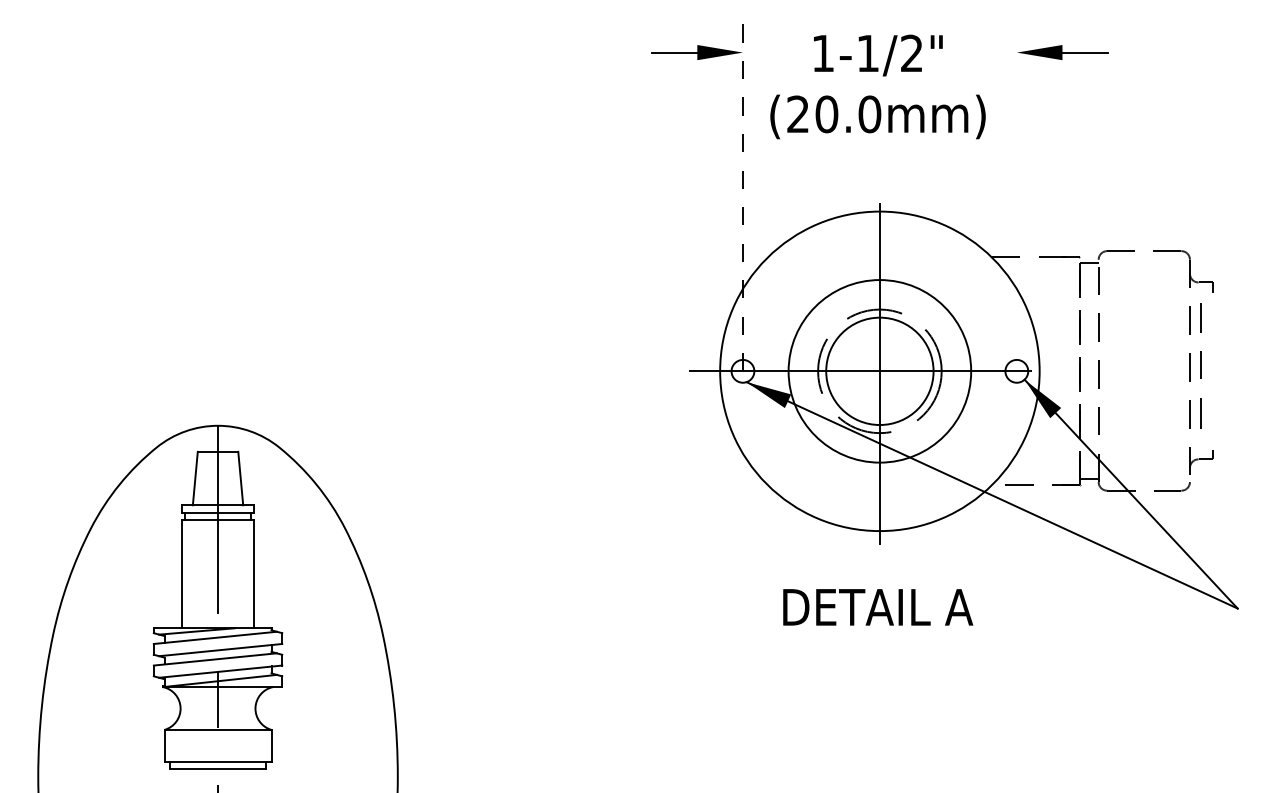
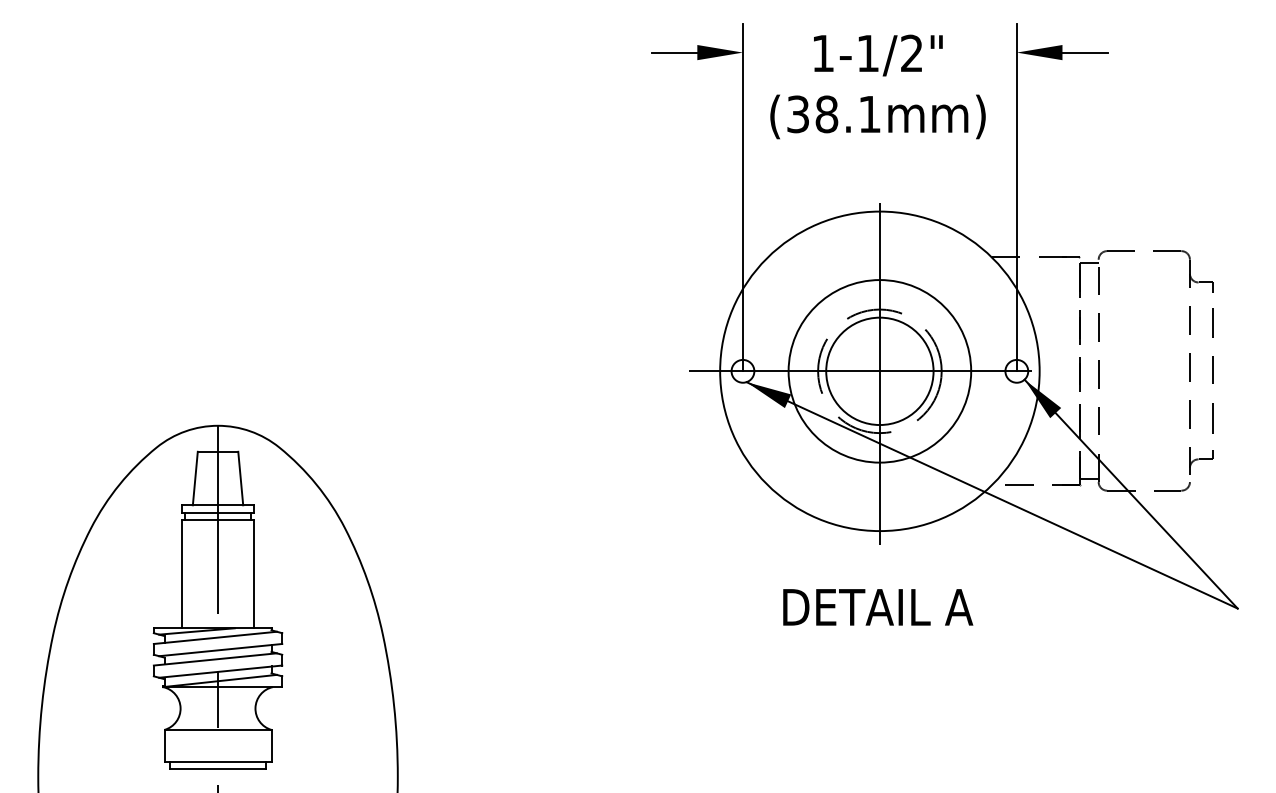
text at (834, 114): (20.0mm) -> (38.1mm)
line at (742, 197): dashed -> solid
line at (1016, 197): none -> present
line at (1200, 365) position: (1200, 365) -> (1212, 370)
